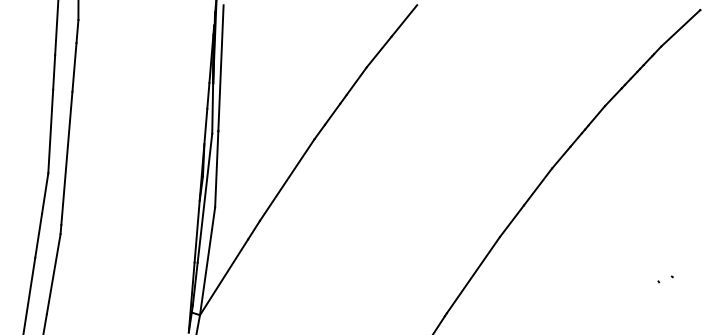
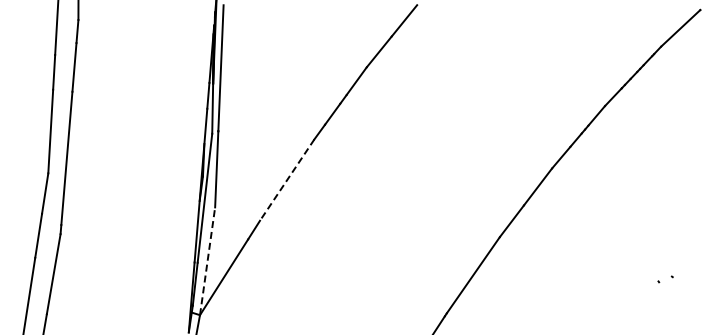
line at (287, 180): solid -> dashed
line at (207, 260): solid -> dashed
